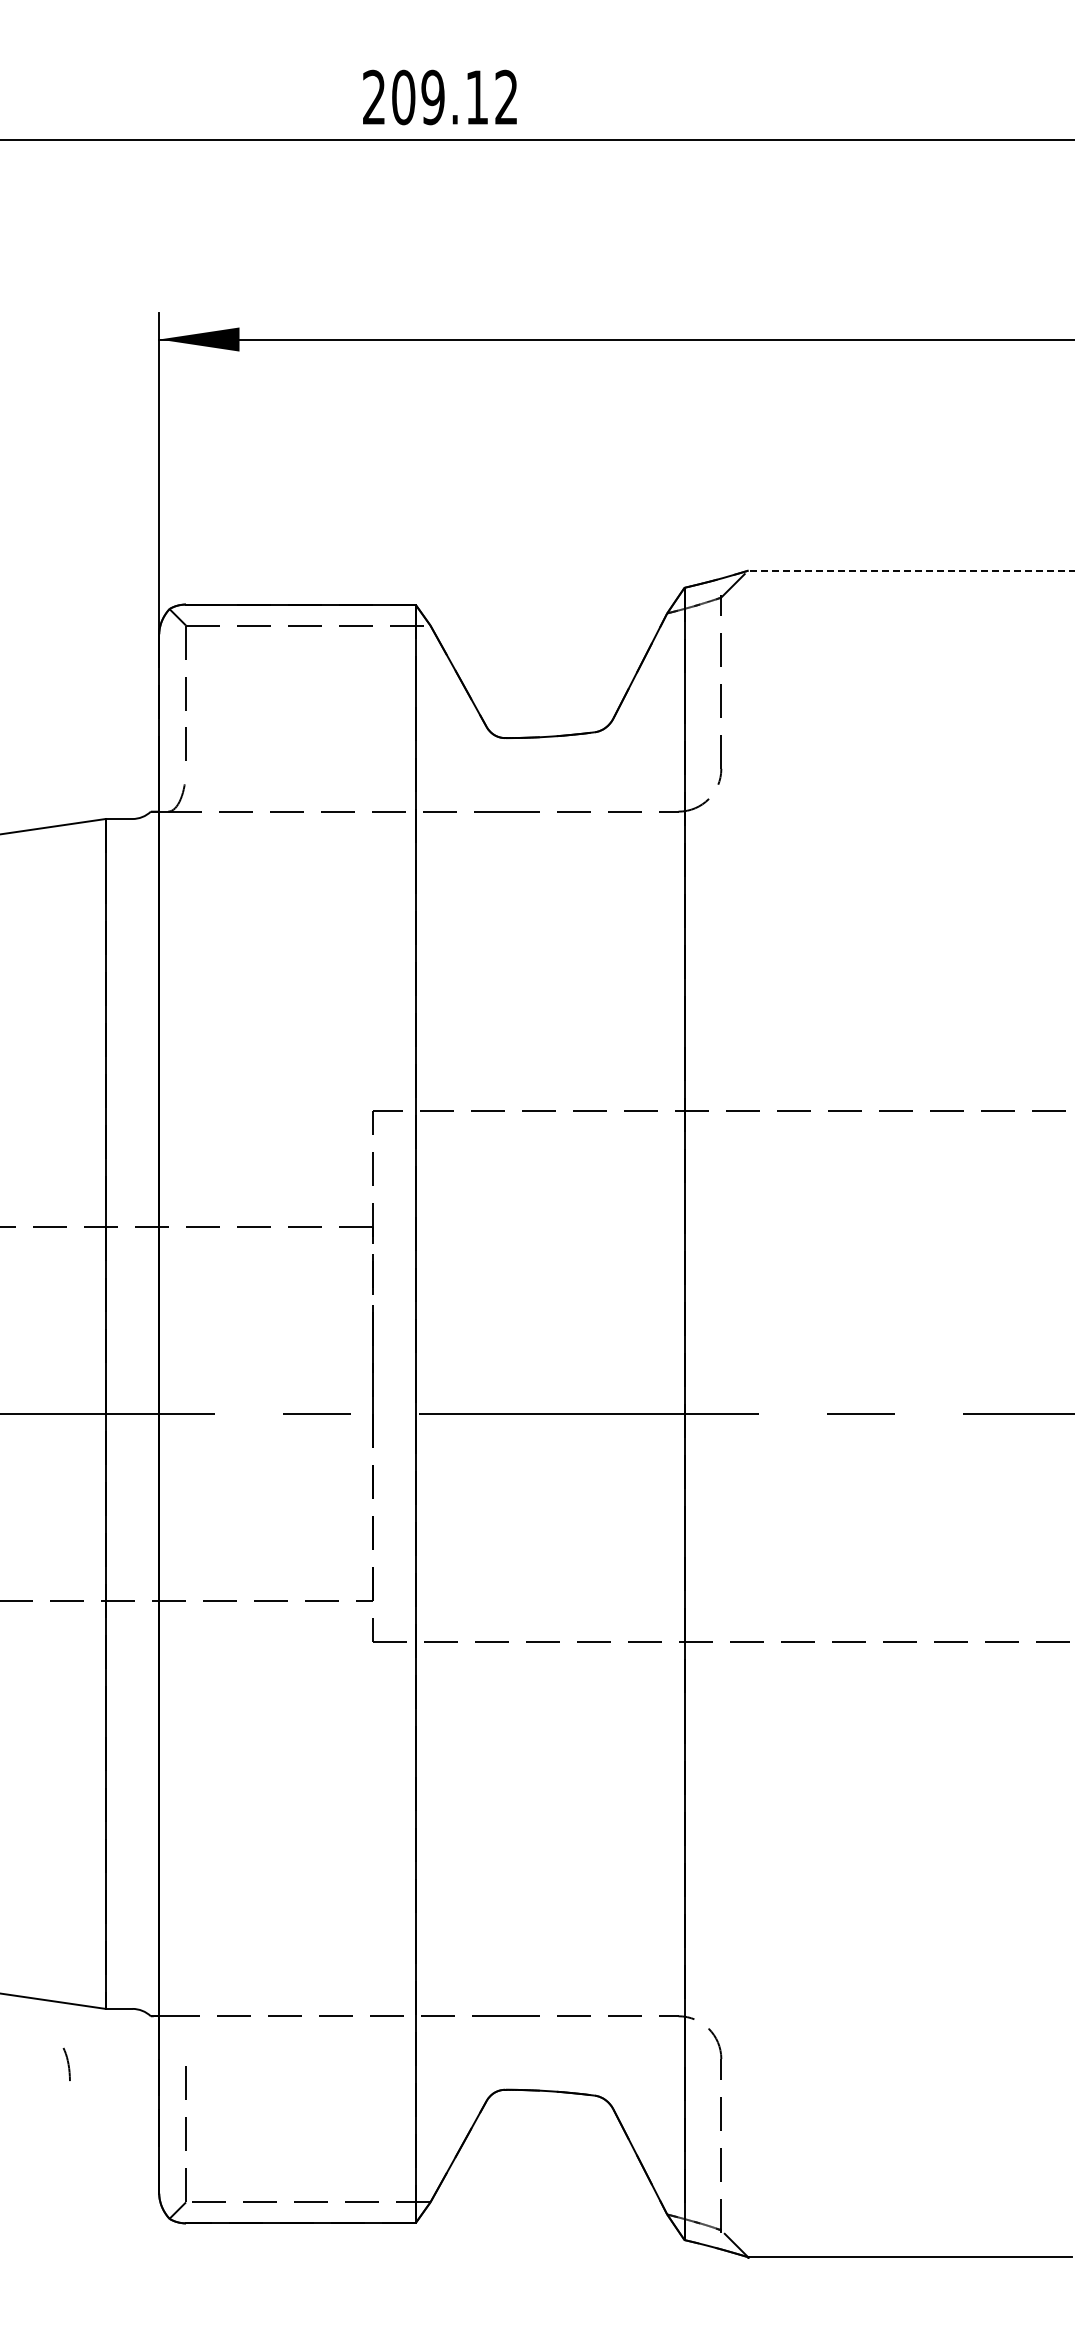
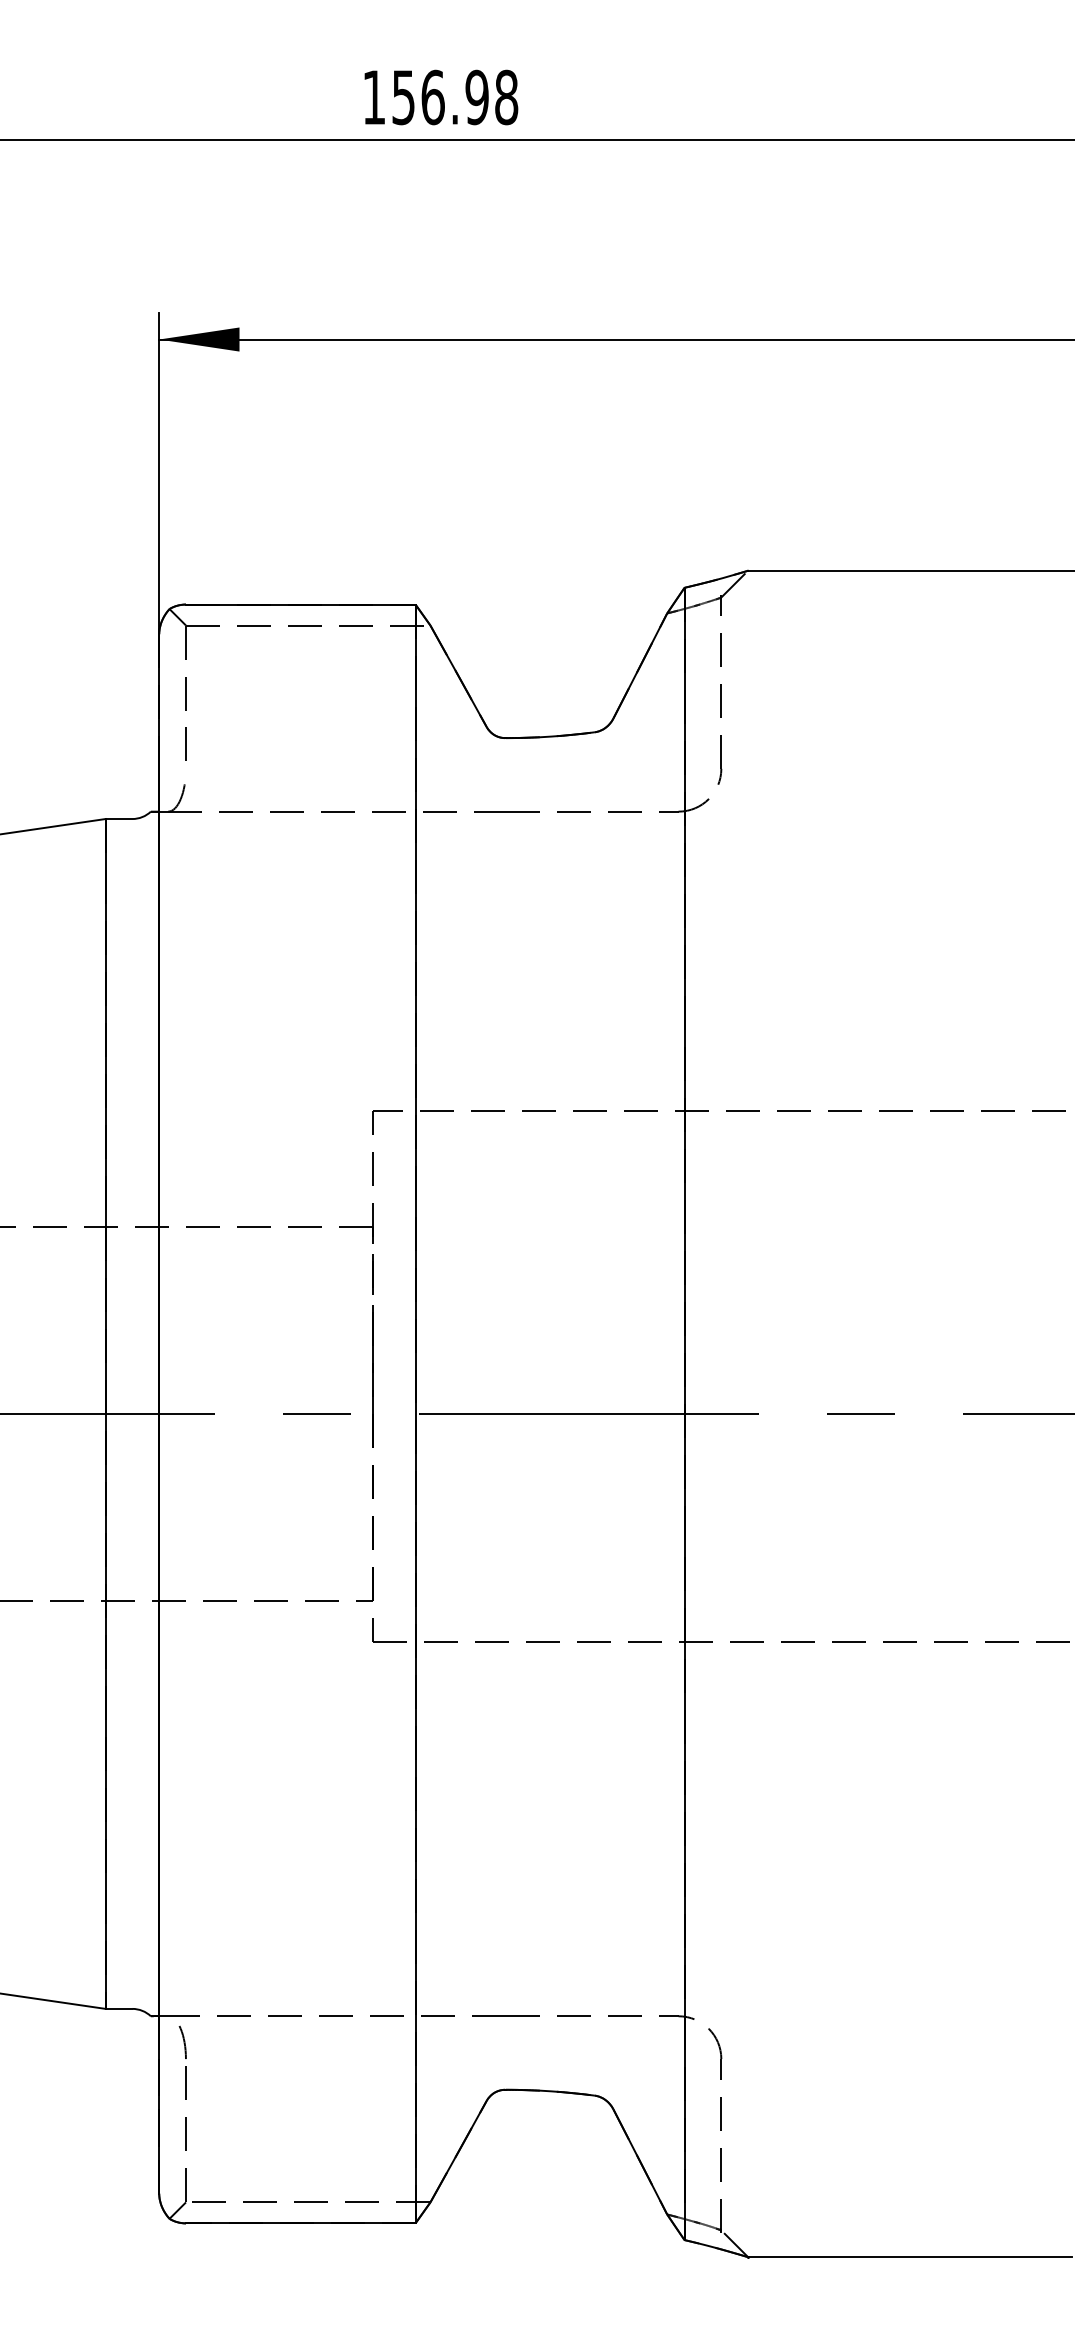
text at (440, 97): 209.12 -> 156.98
line at (910, 570): dashed -> solid
curve at (67, 2063) position: (67, 2063) -> (183, 2041)
